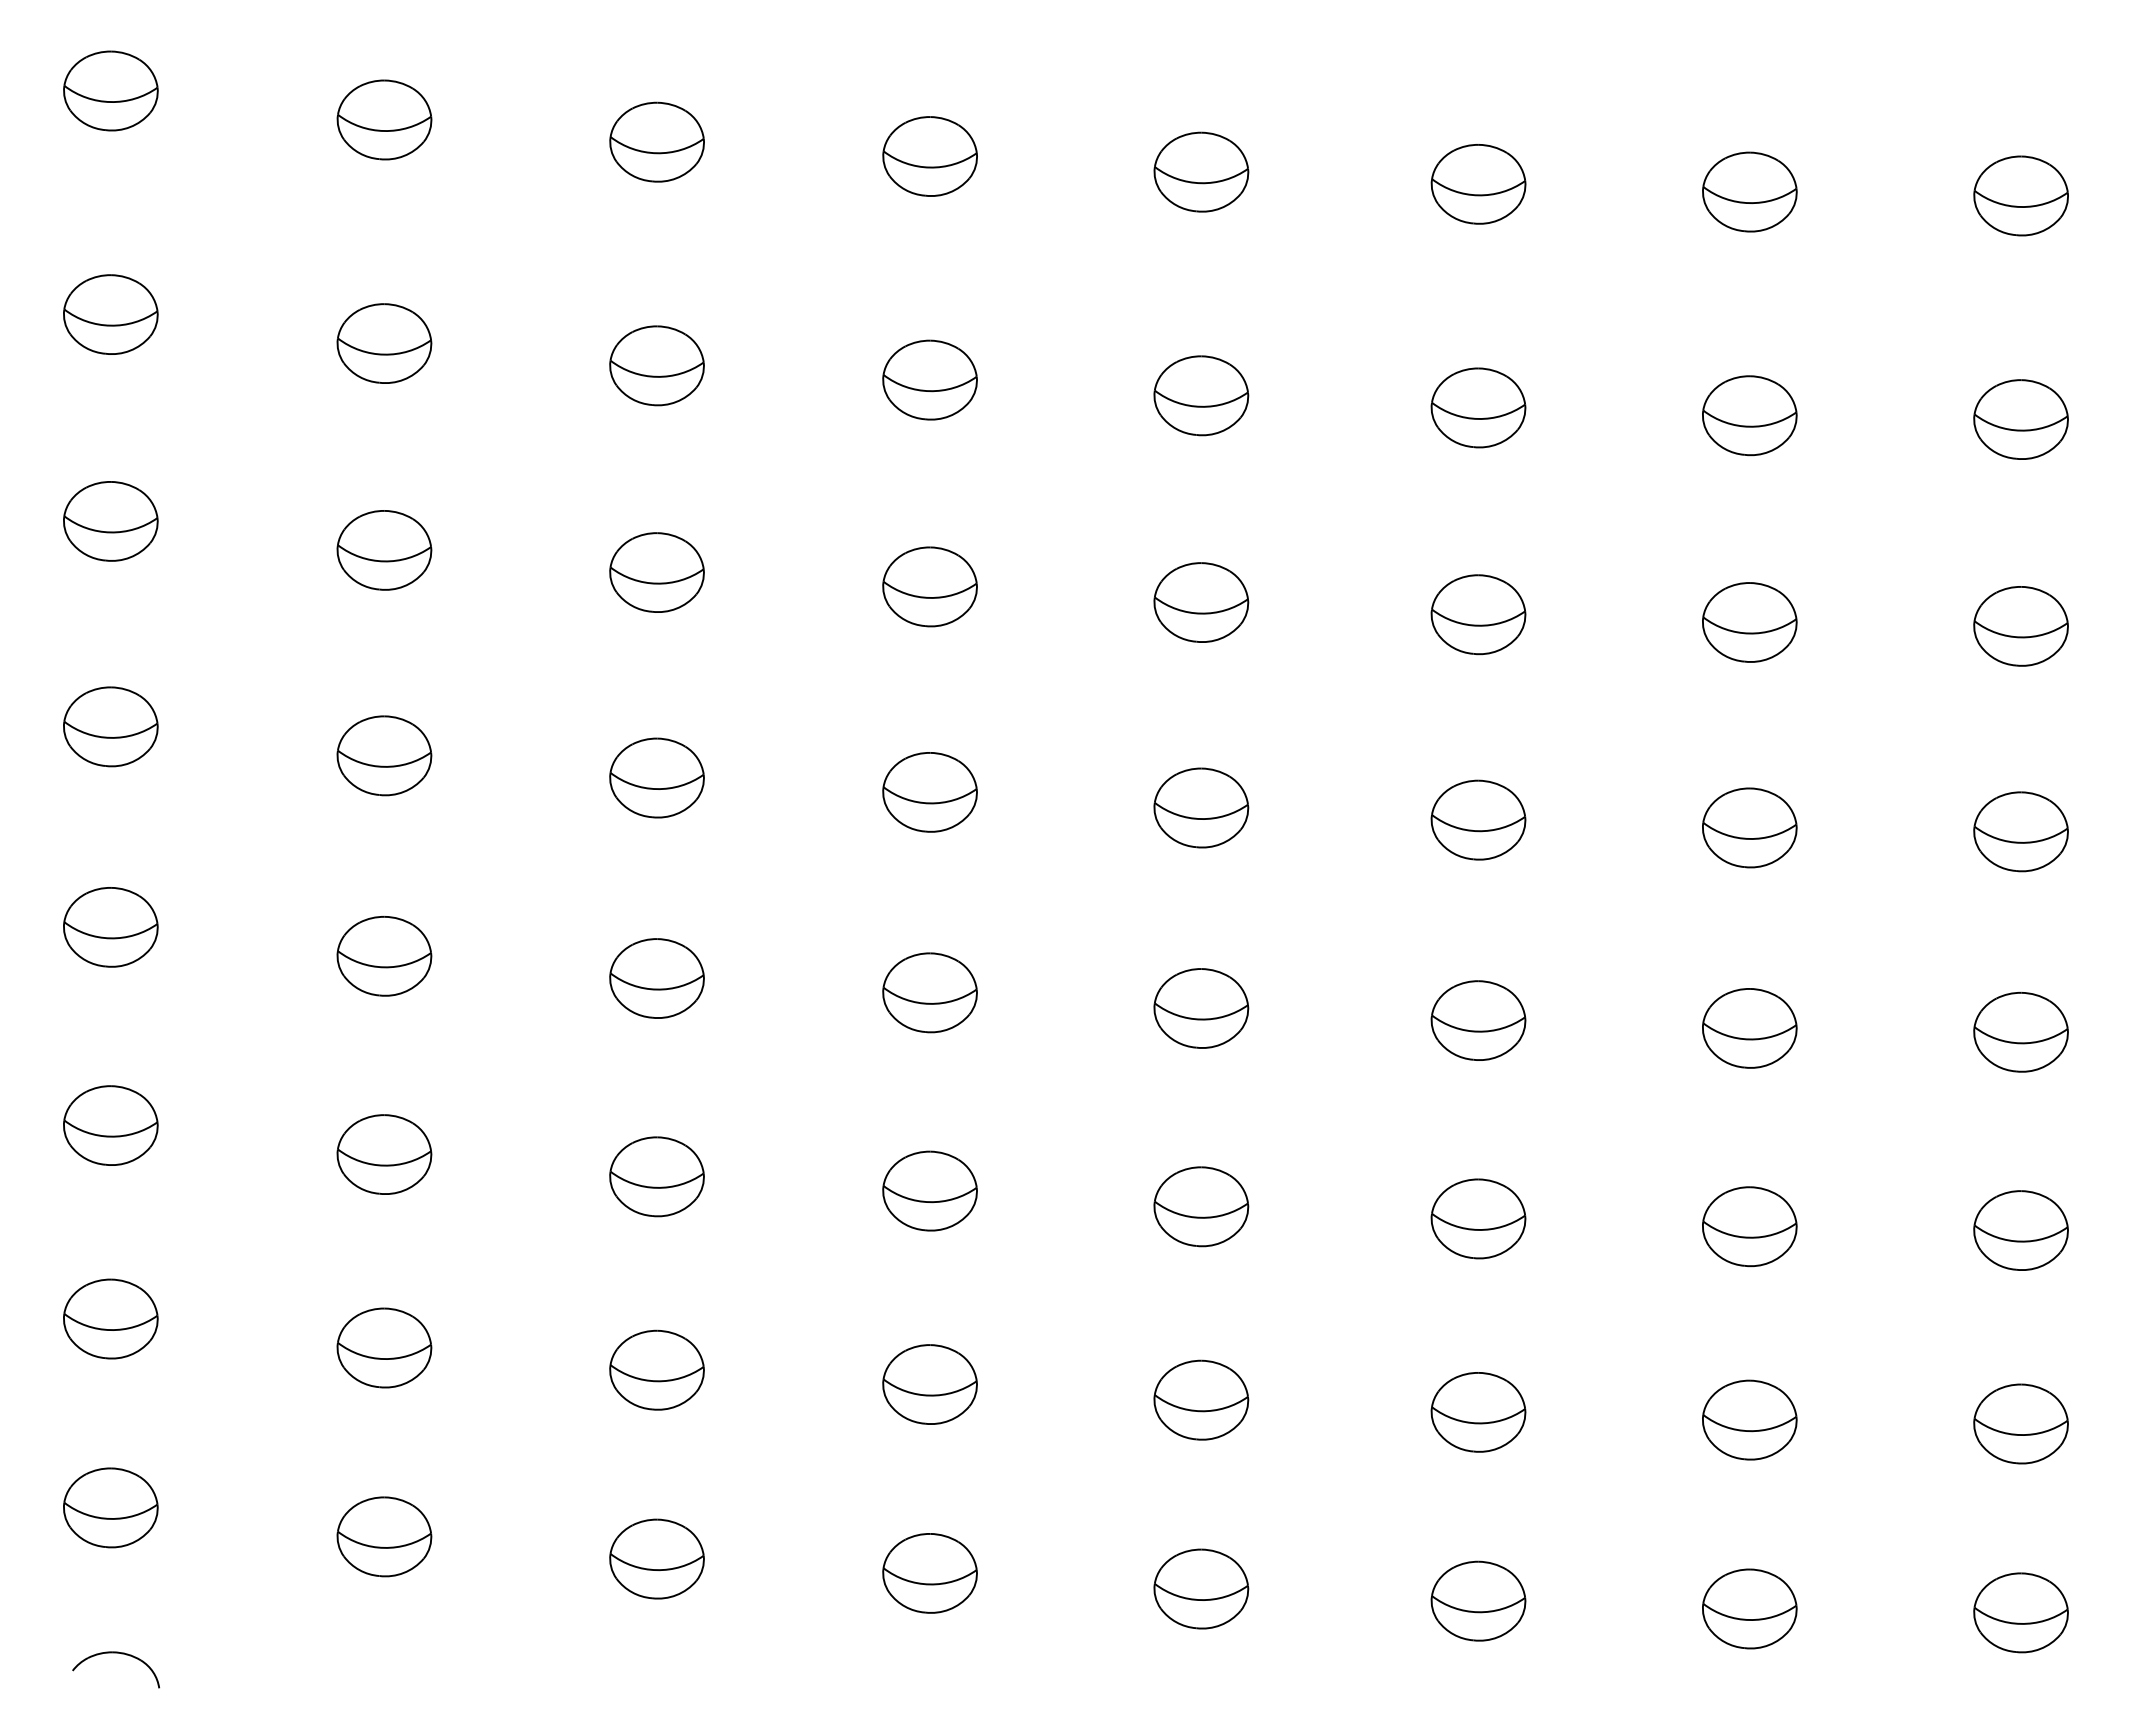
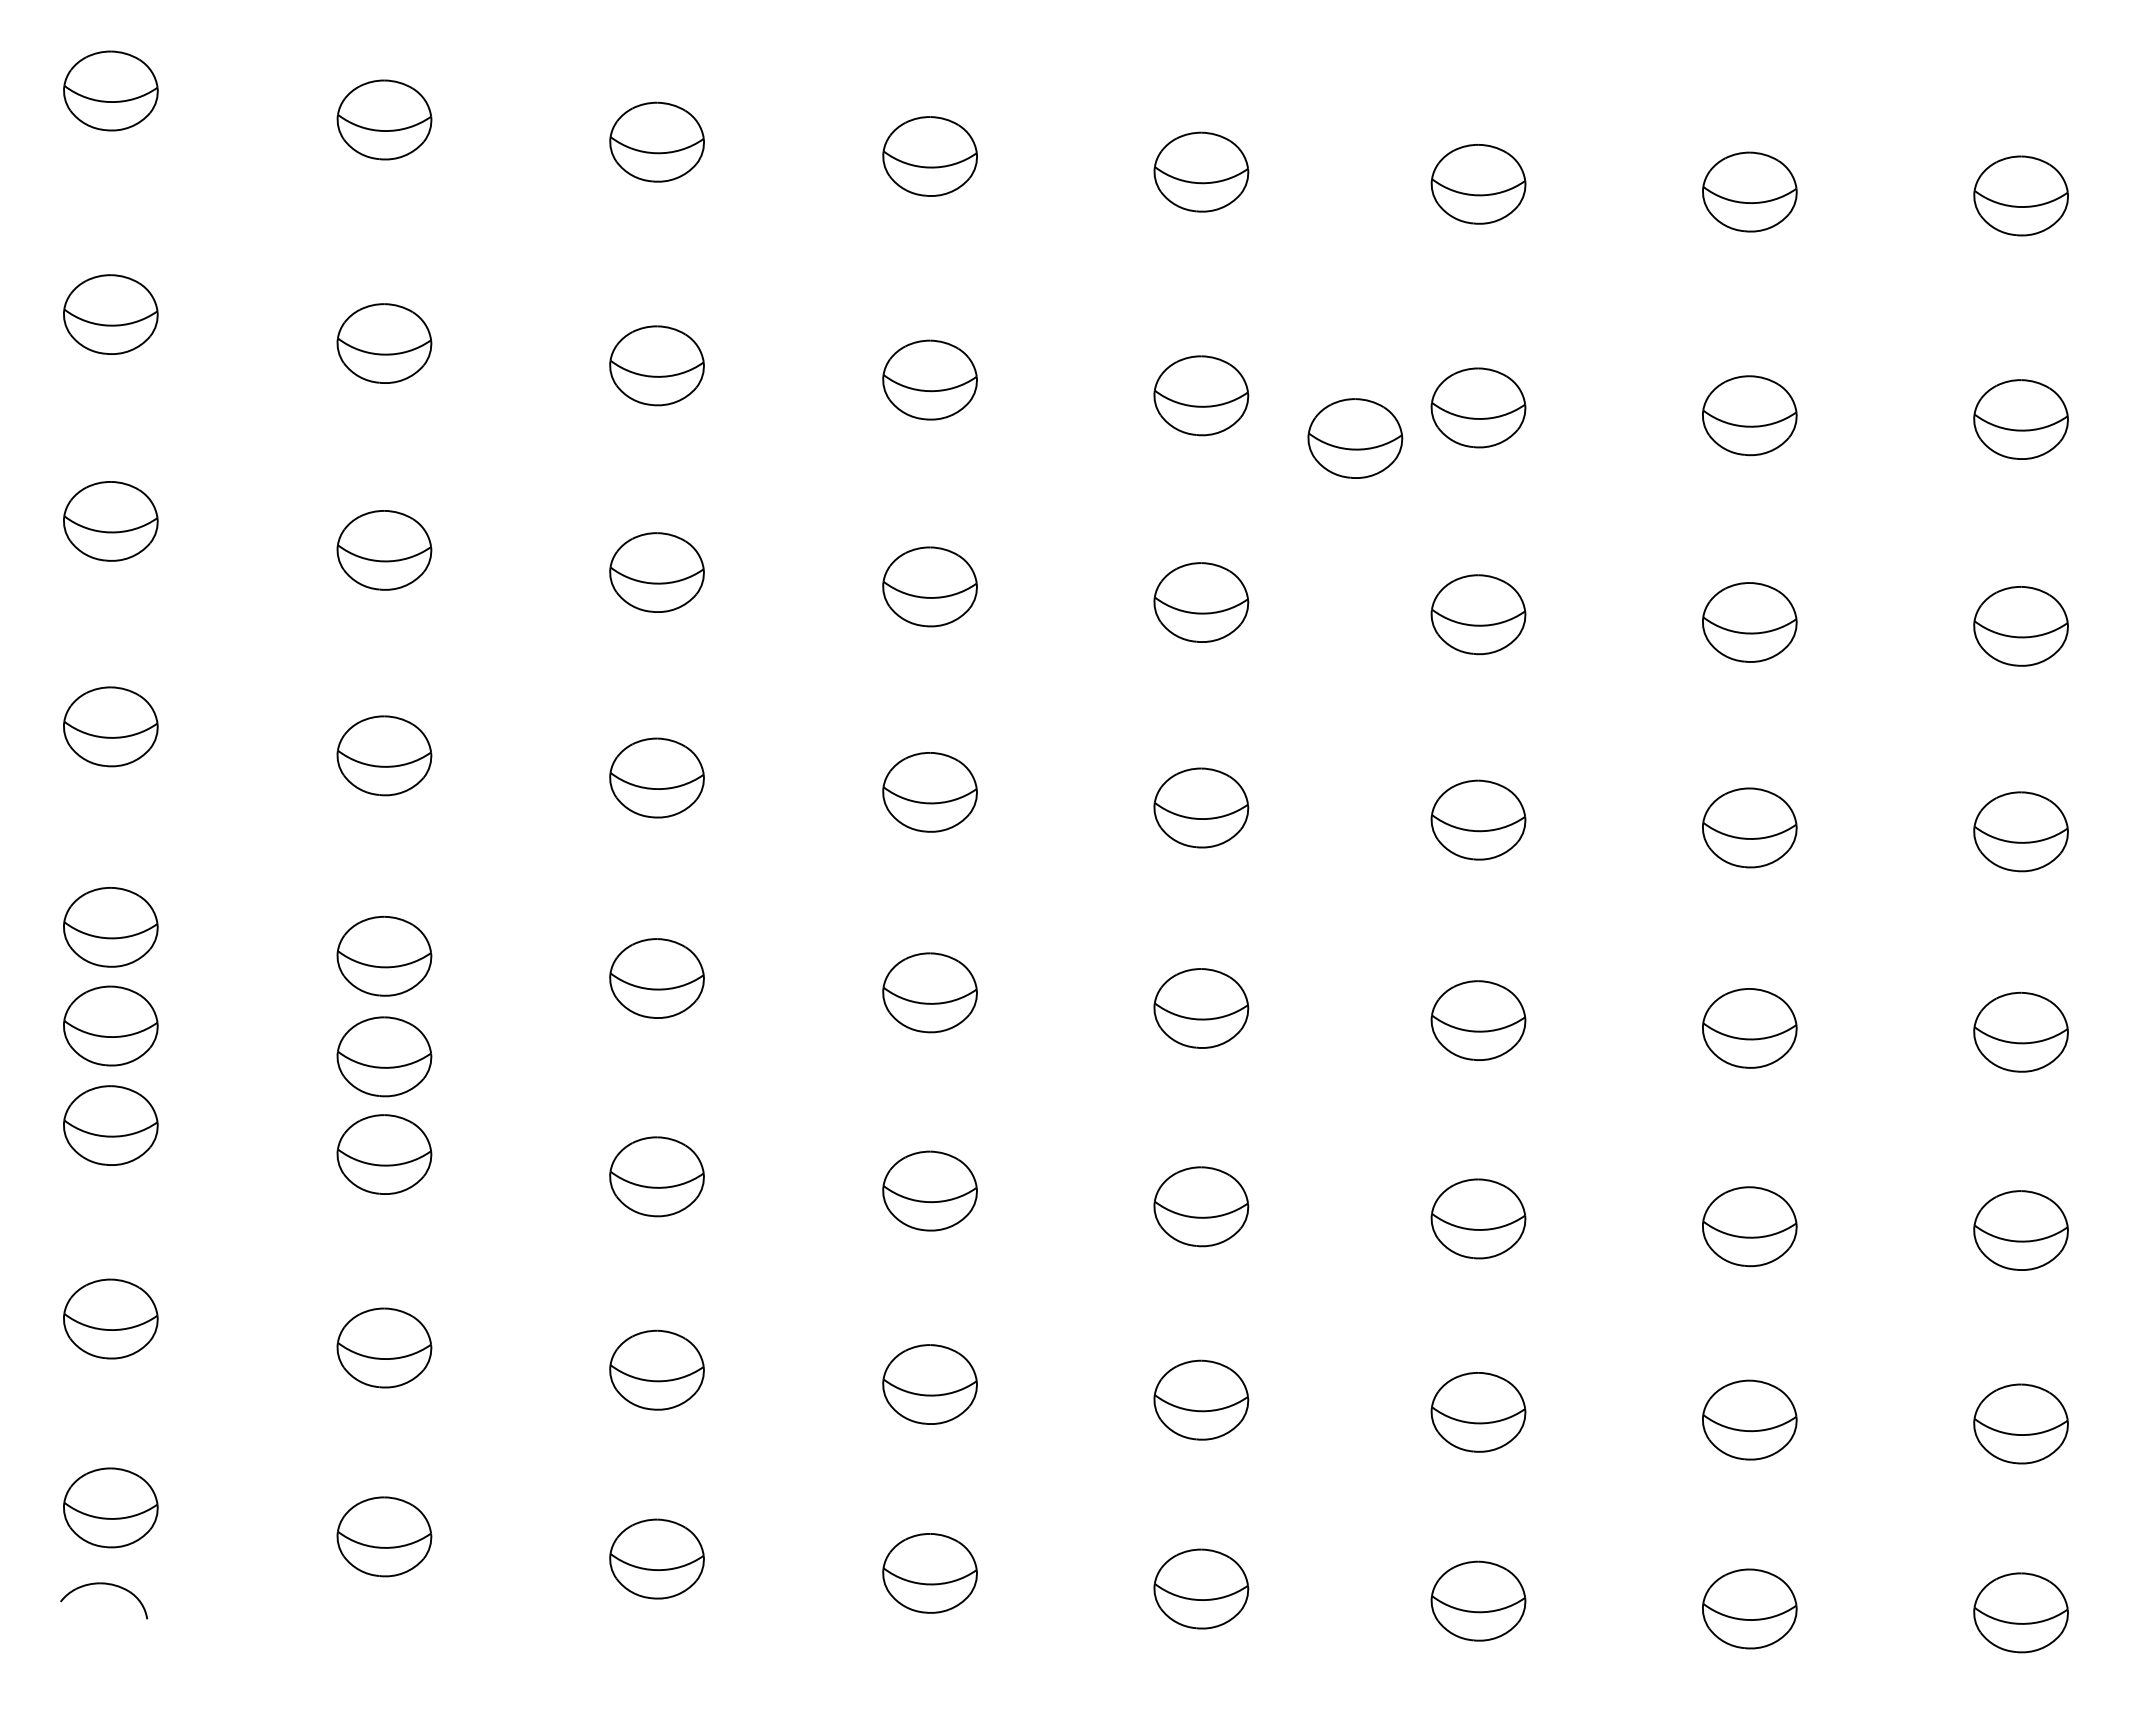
part at (1355, 438): none -> present
part at (110, 1025): none -> present
part at (384, 1056): none -> present
part at (115, 1653) position: (115, 1653) -> (103, 1584)
